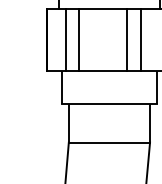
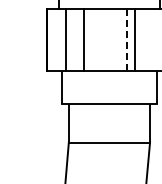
line at (79, 39) position: (79, 39) -> (84, 39)
line at (126, 39): solid -> dashed
line at (141, 39) position: (141, 39) -> (135, 39)
